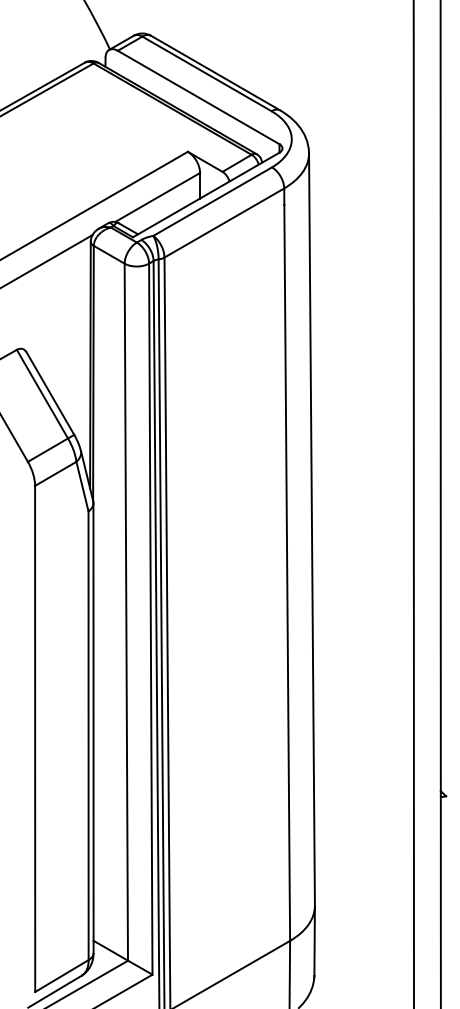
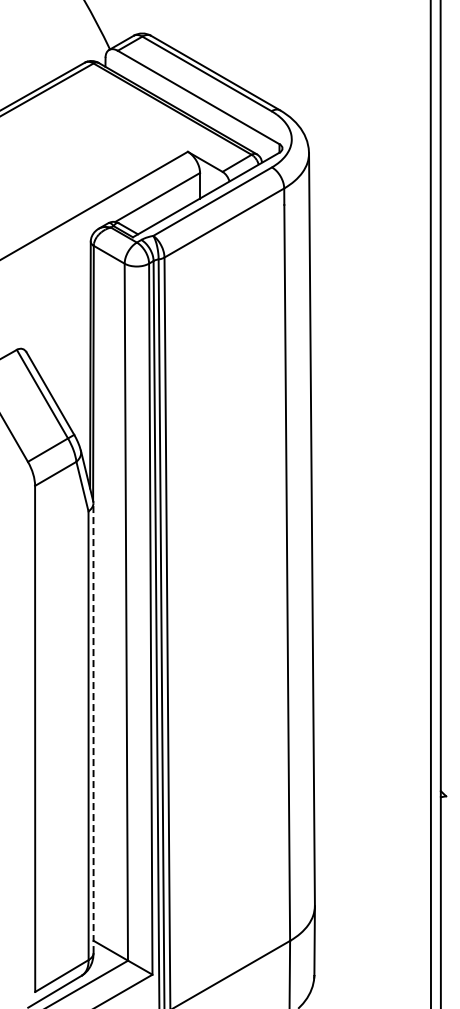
line at (47, 261): present -> none
line at (413, 503) position: (413, 503) -> (430, 503)
line at (93, 728): solid -> dashed
